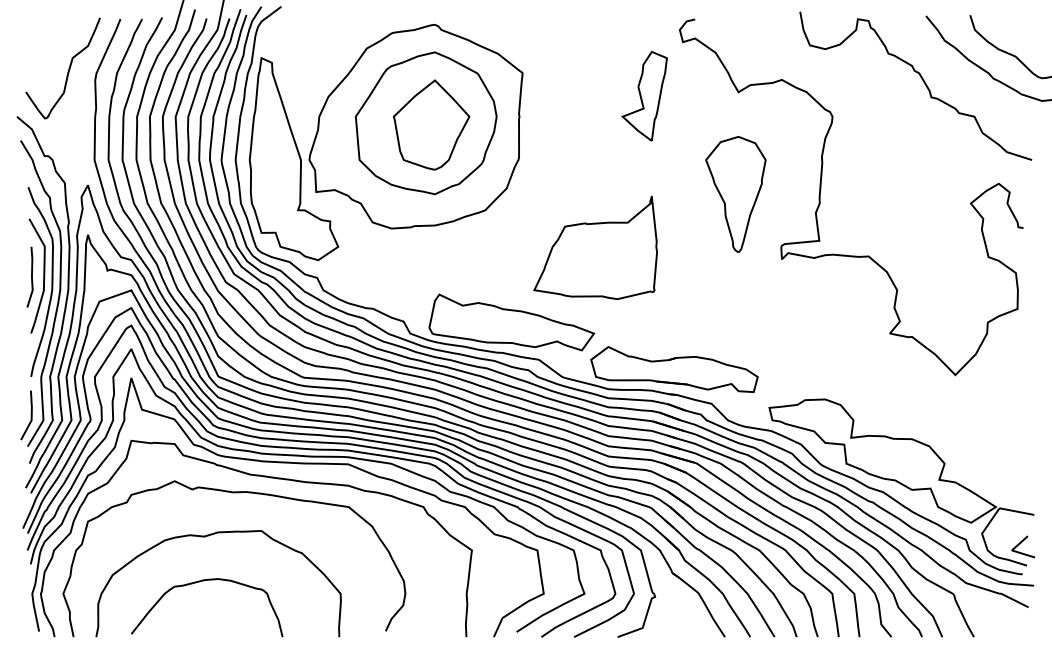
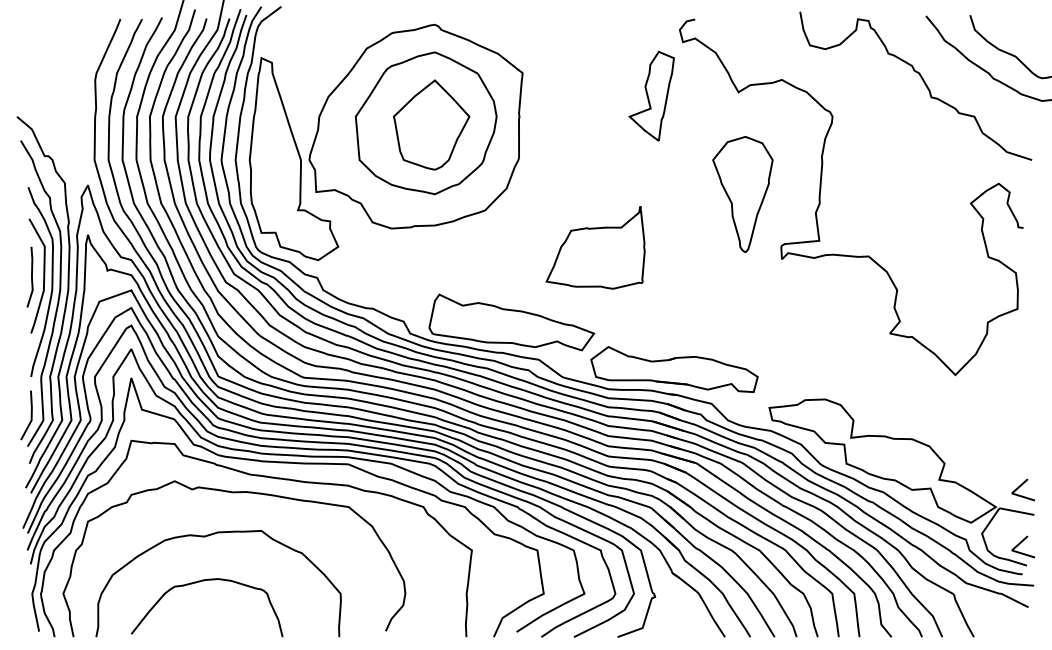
curve at (67, 71): present -> none
part at (644, 95) position: (644, 95) -> (651, 95)
part at (735, 194) position: (735, 194) -> (742, 194)
part at (595, 247) size: 125x105 px -> 101x84 px
line at (1020, 487): none -> present
